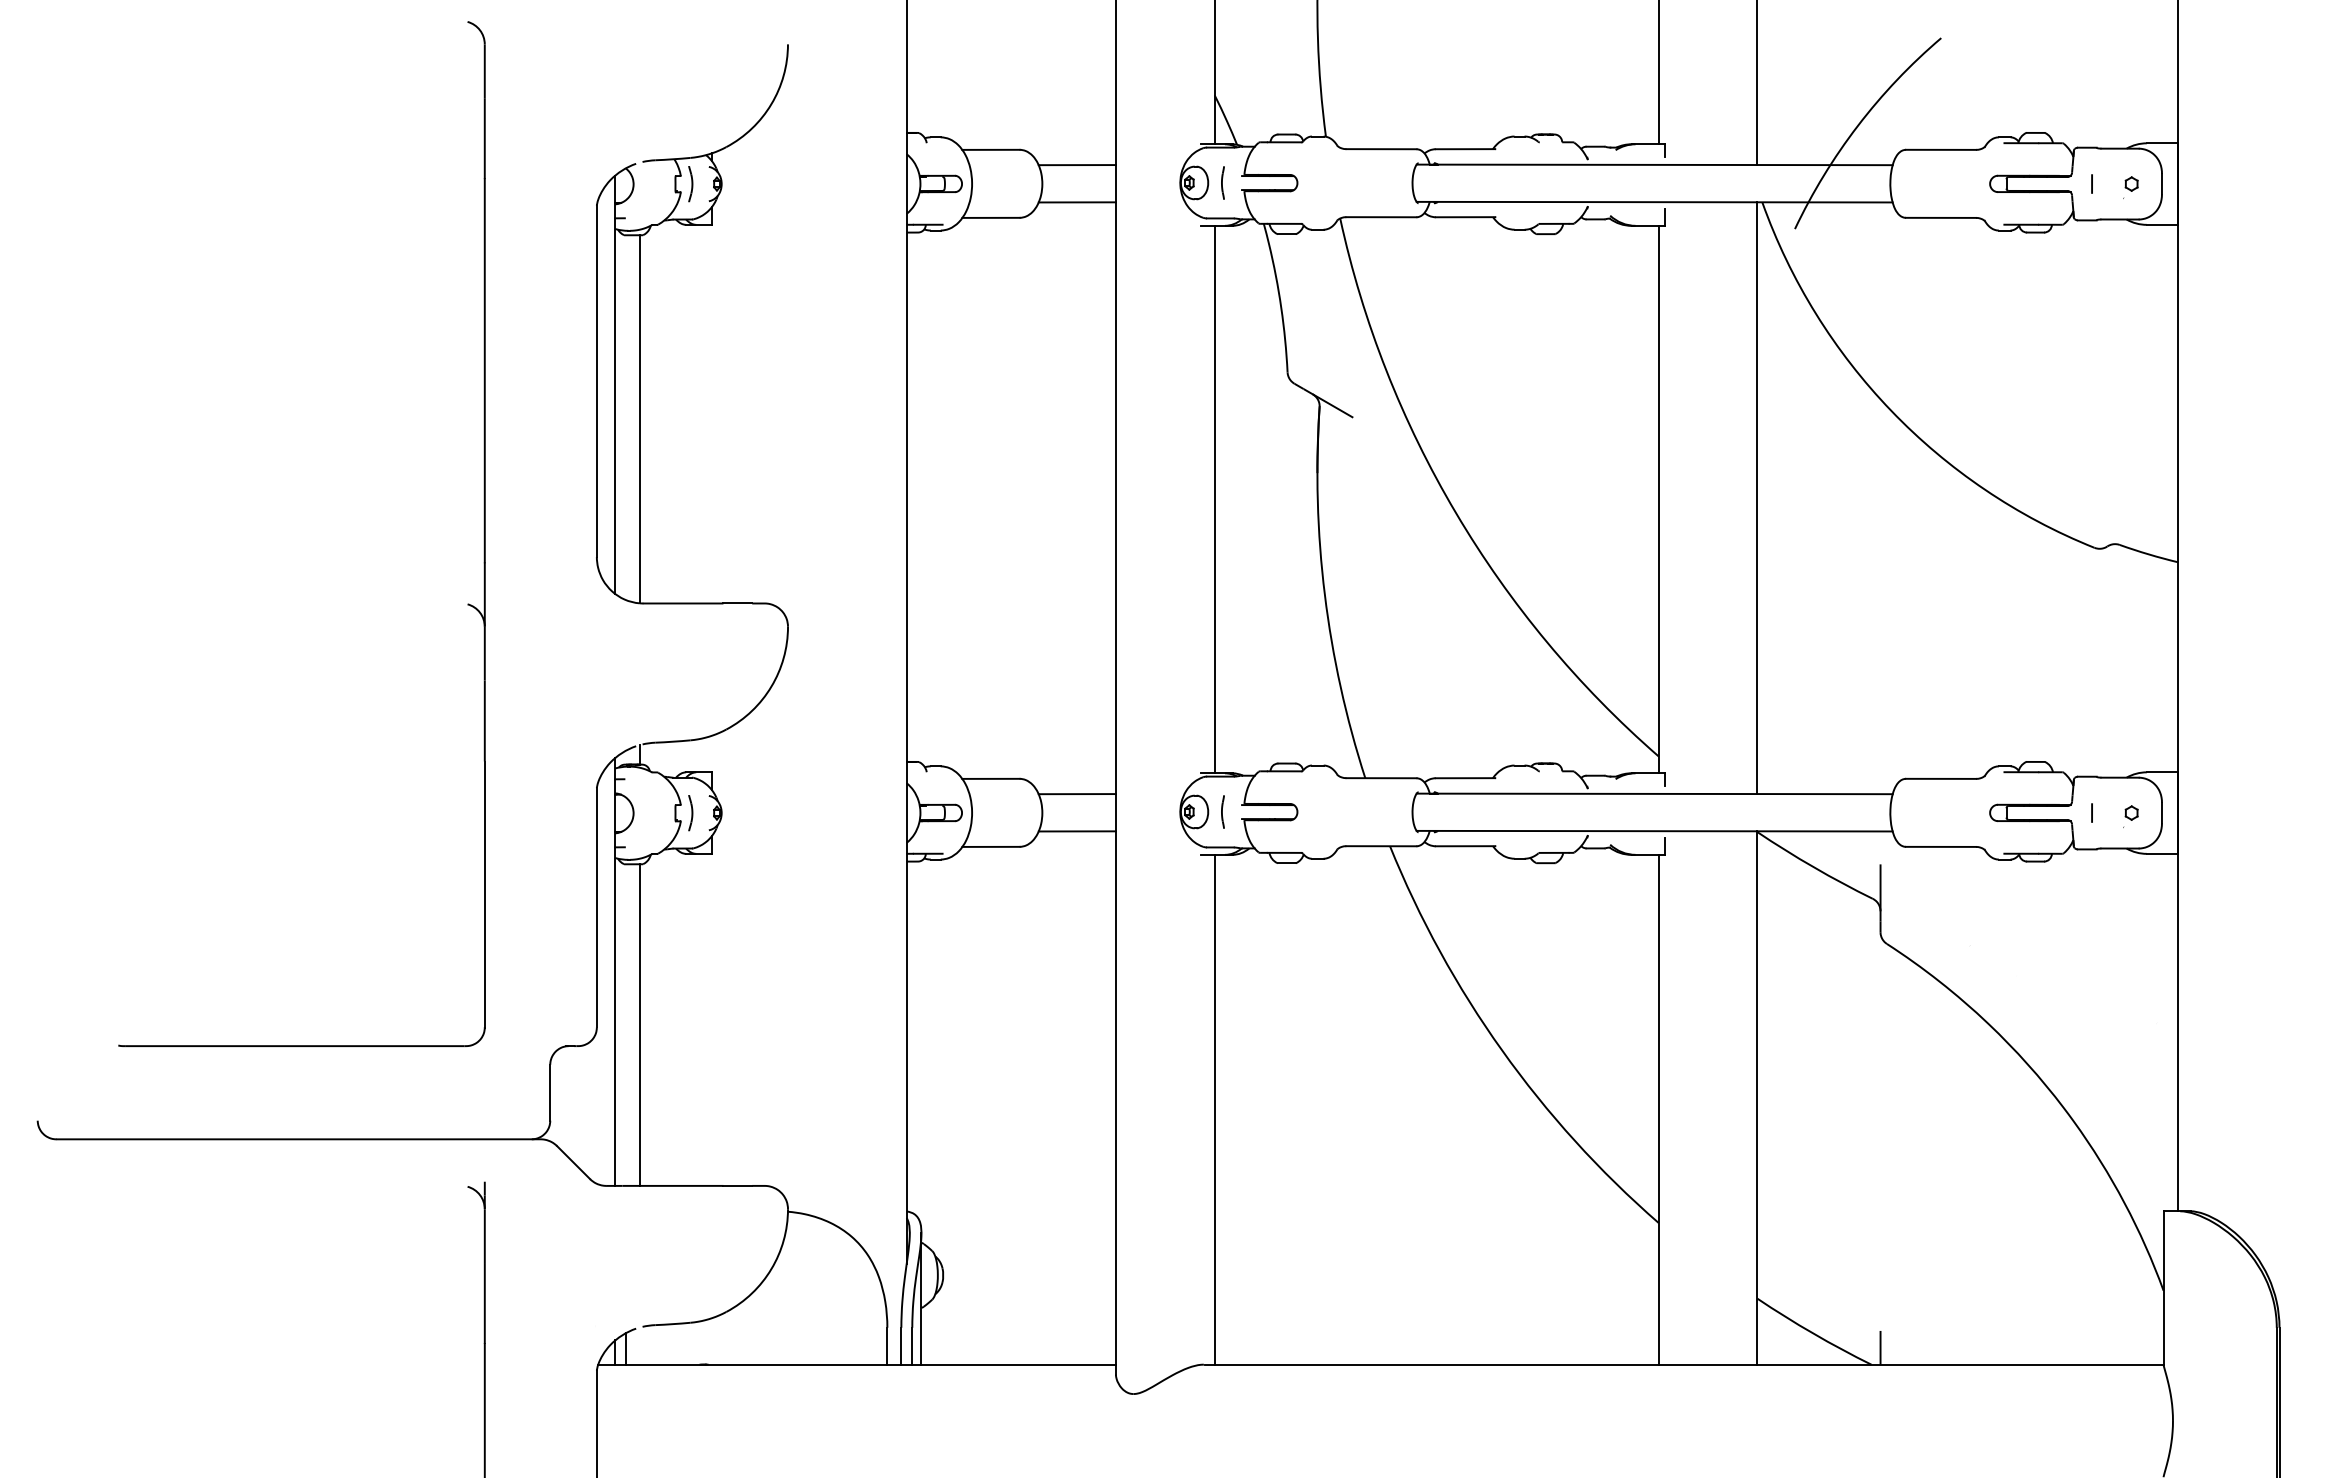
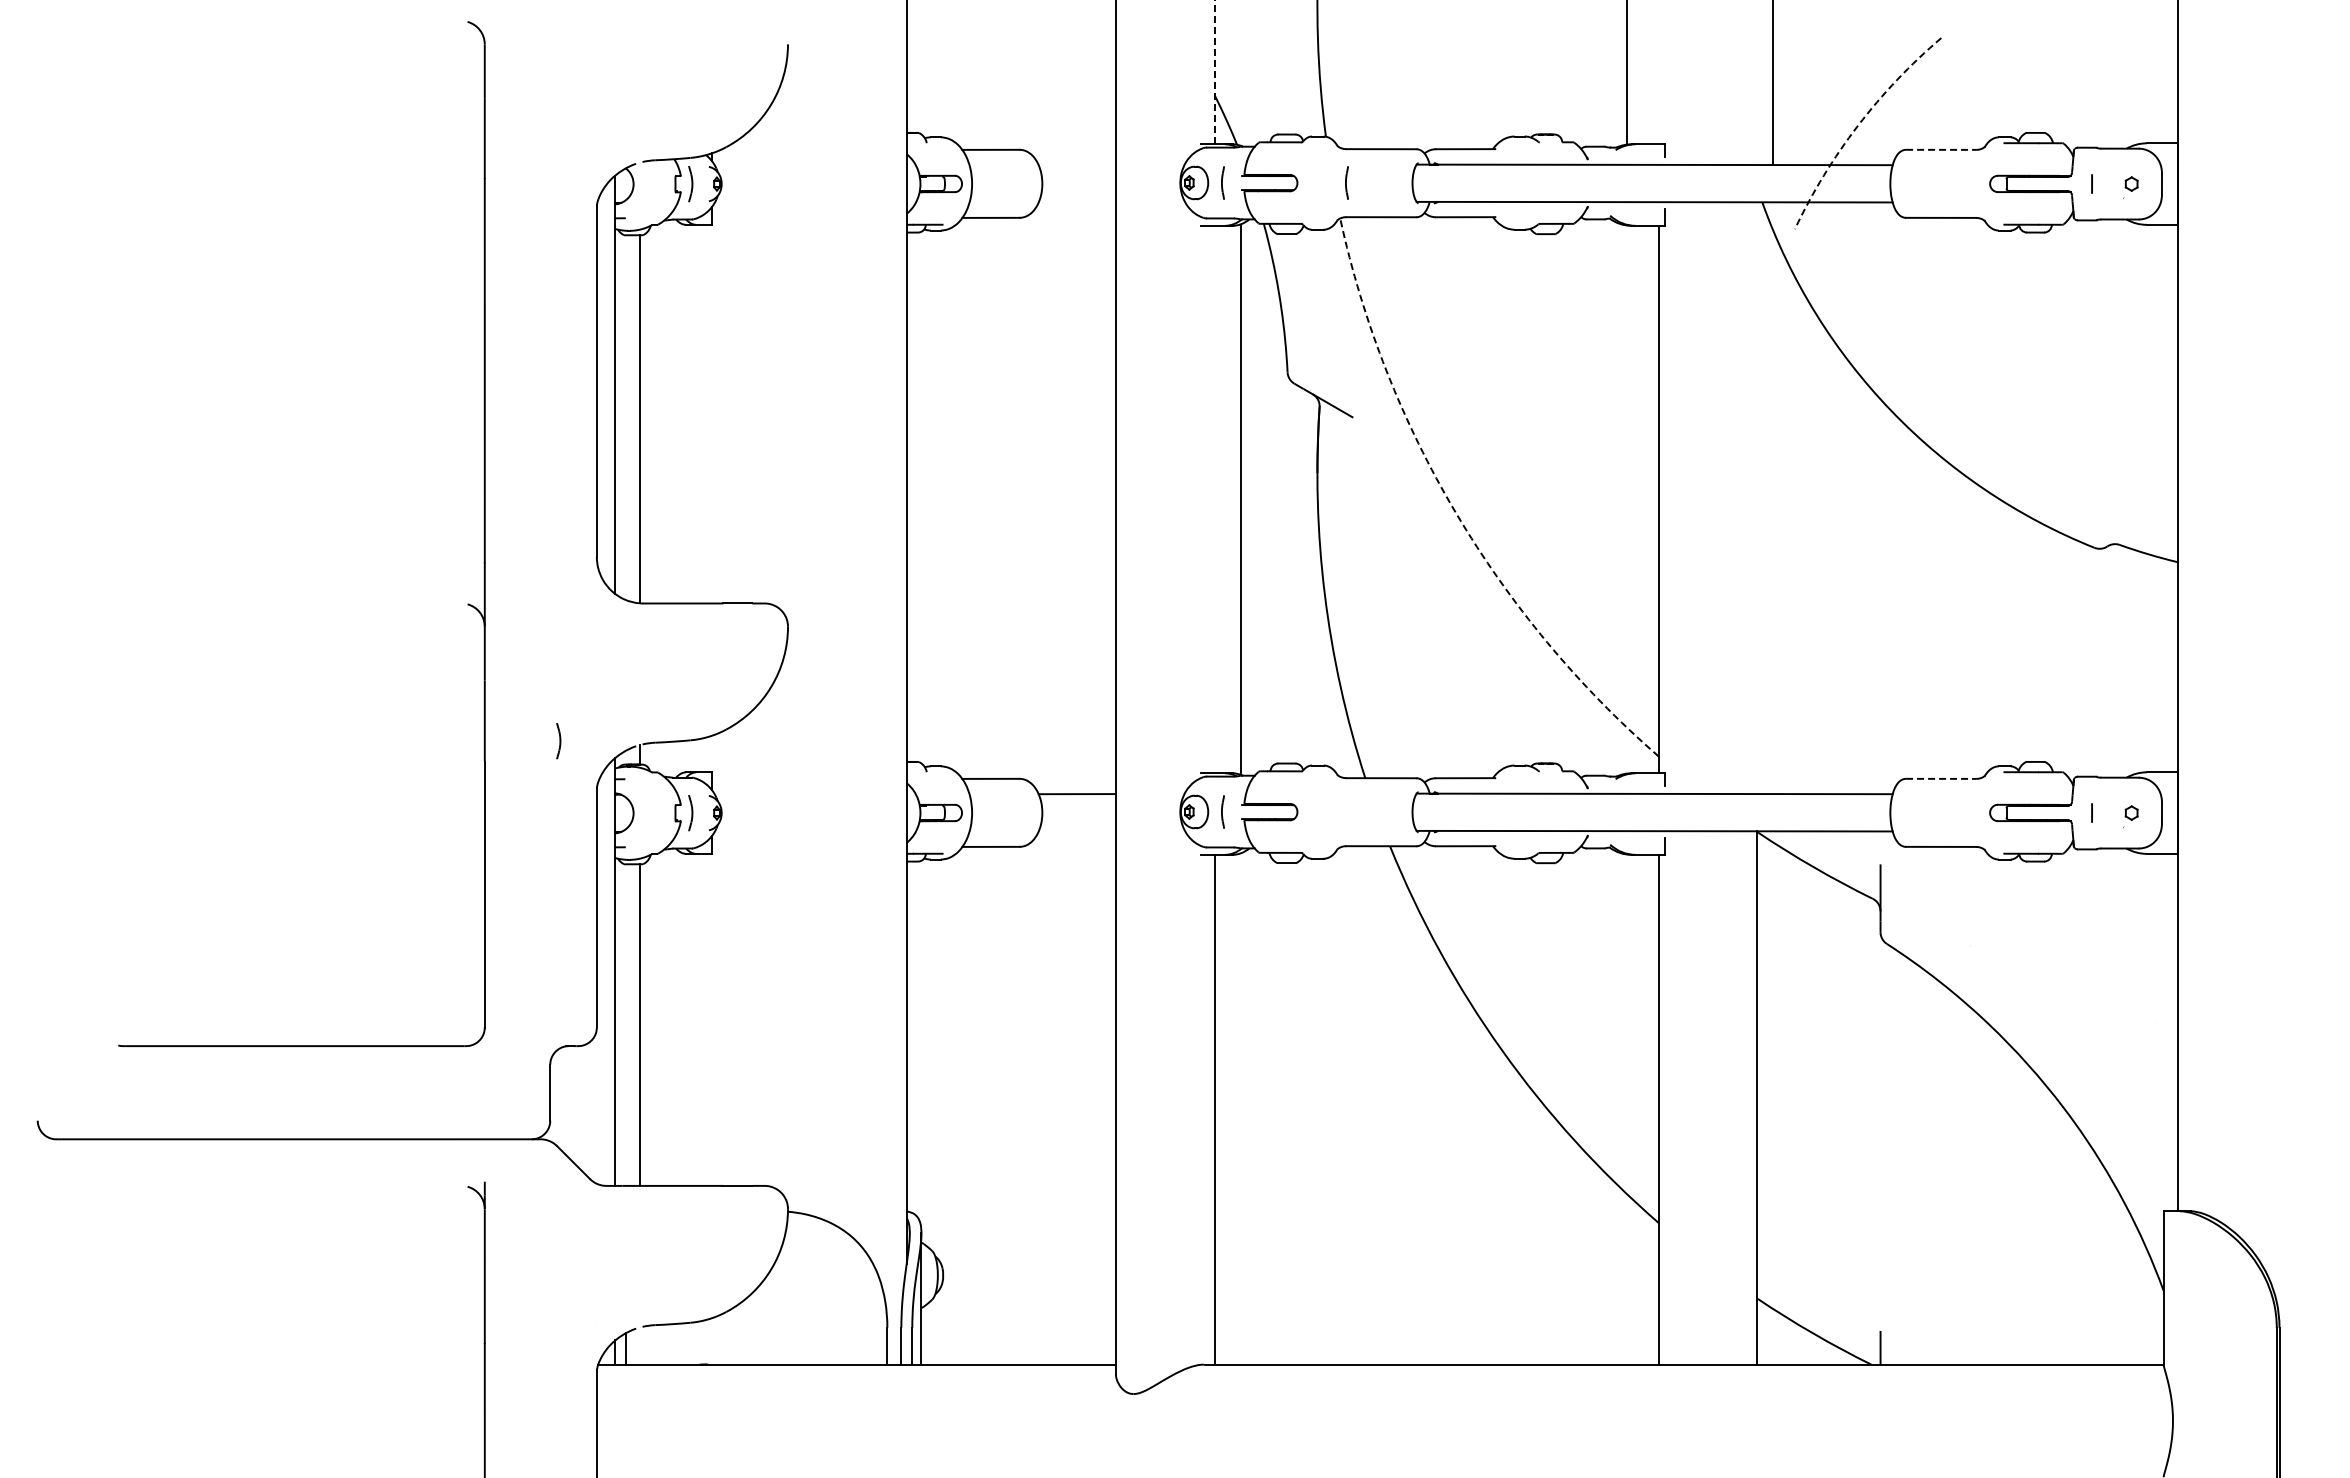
line at (1214, 72): solid -> dashed
line at (1658, 73) position: (1658, 73) -> (1626, 73)
line at (1757, 83) position: (1757, 83) -> (1773, 83)
arc at (1857, 125): solid -> dashed
line at (1941, 149): solid -> dashed
line at (1076, 165): present -> none
line at (1346, 182): none -> present
line at (1076, 202): present -> none
line at (1757, 498): present -> none
line at (1214, 499) position: (1214, 499) -> (1240, 499)
arc at (1456, 513): solid -> dashed
part at (558, 741): none -> present
line at (1941, 778): solid -> dashed
line at (1076, 831): present -> none
